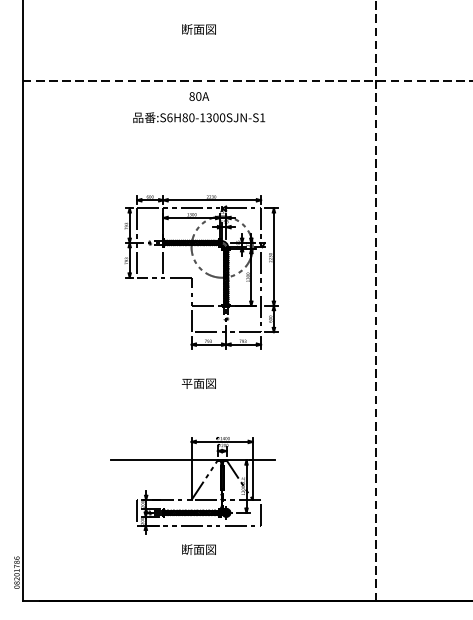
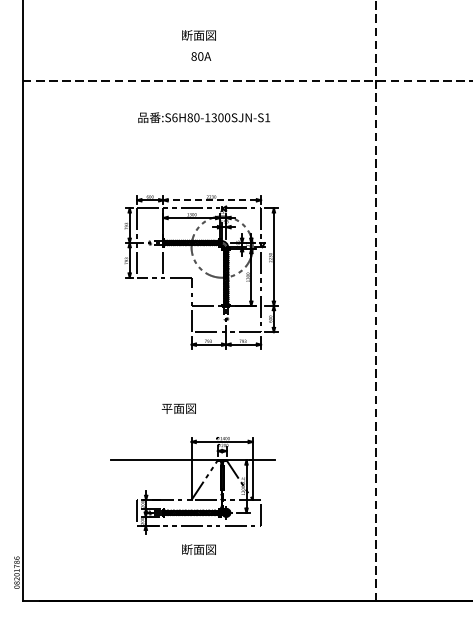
text at (198, 29) position: (198, 29) -> (198, 35)
text at (199, 96) position: (199, 96) -> (201, 56)
text at (199, 117) position: (199, 117) -> (204, 117)
line at (211, 200): solid -> dashed
text at (198, 383) position: (198, 383) -> (178, 408)
